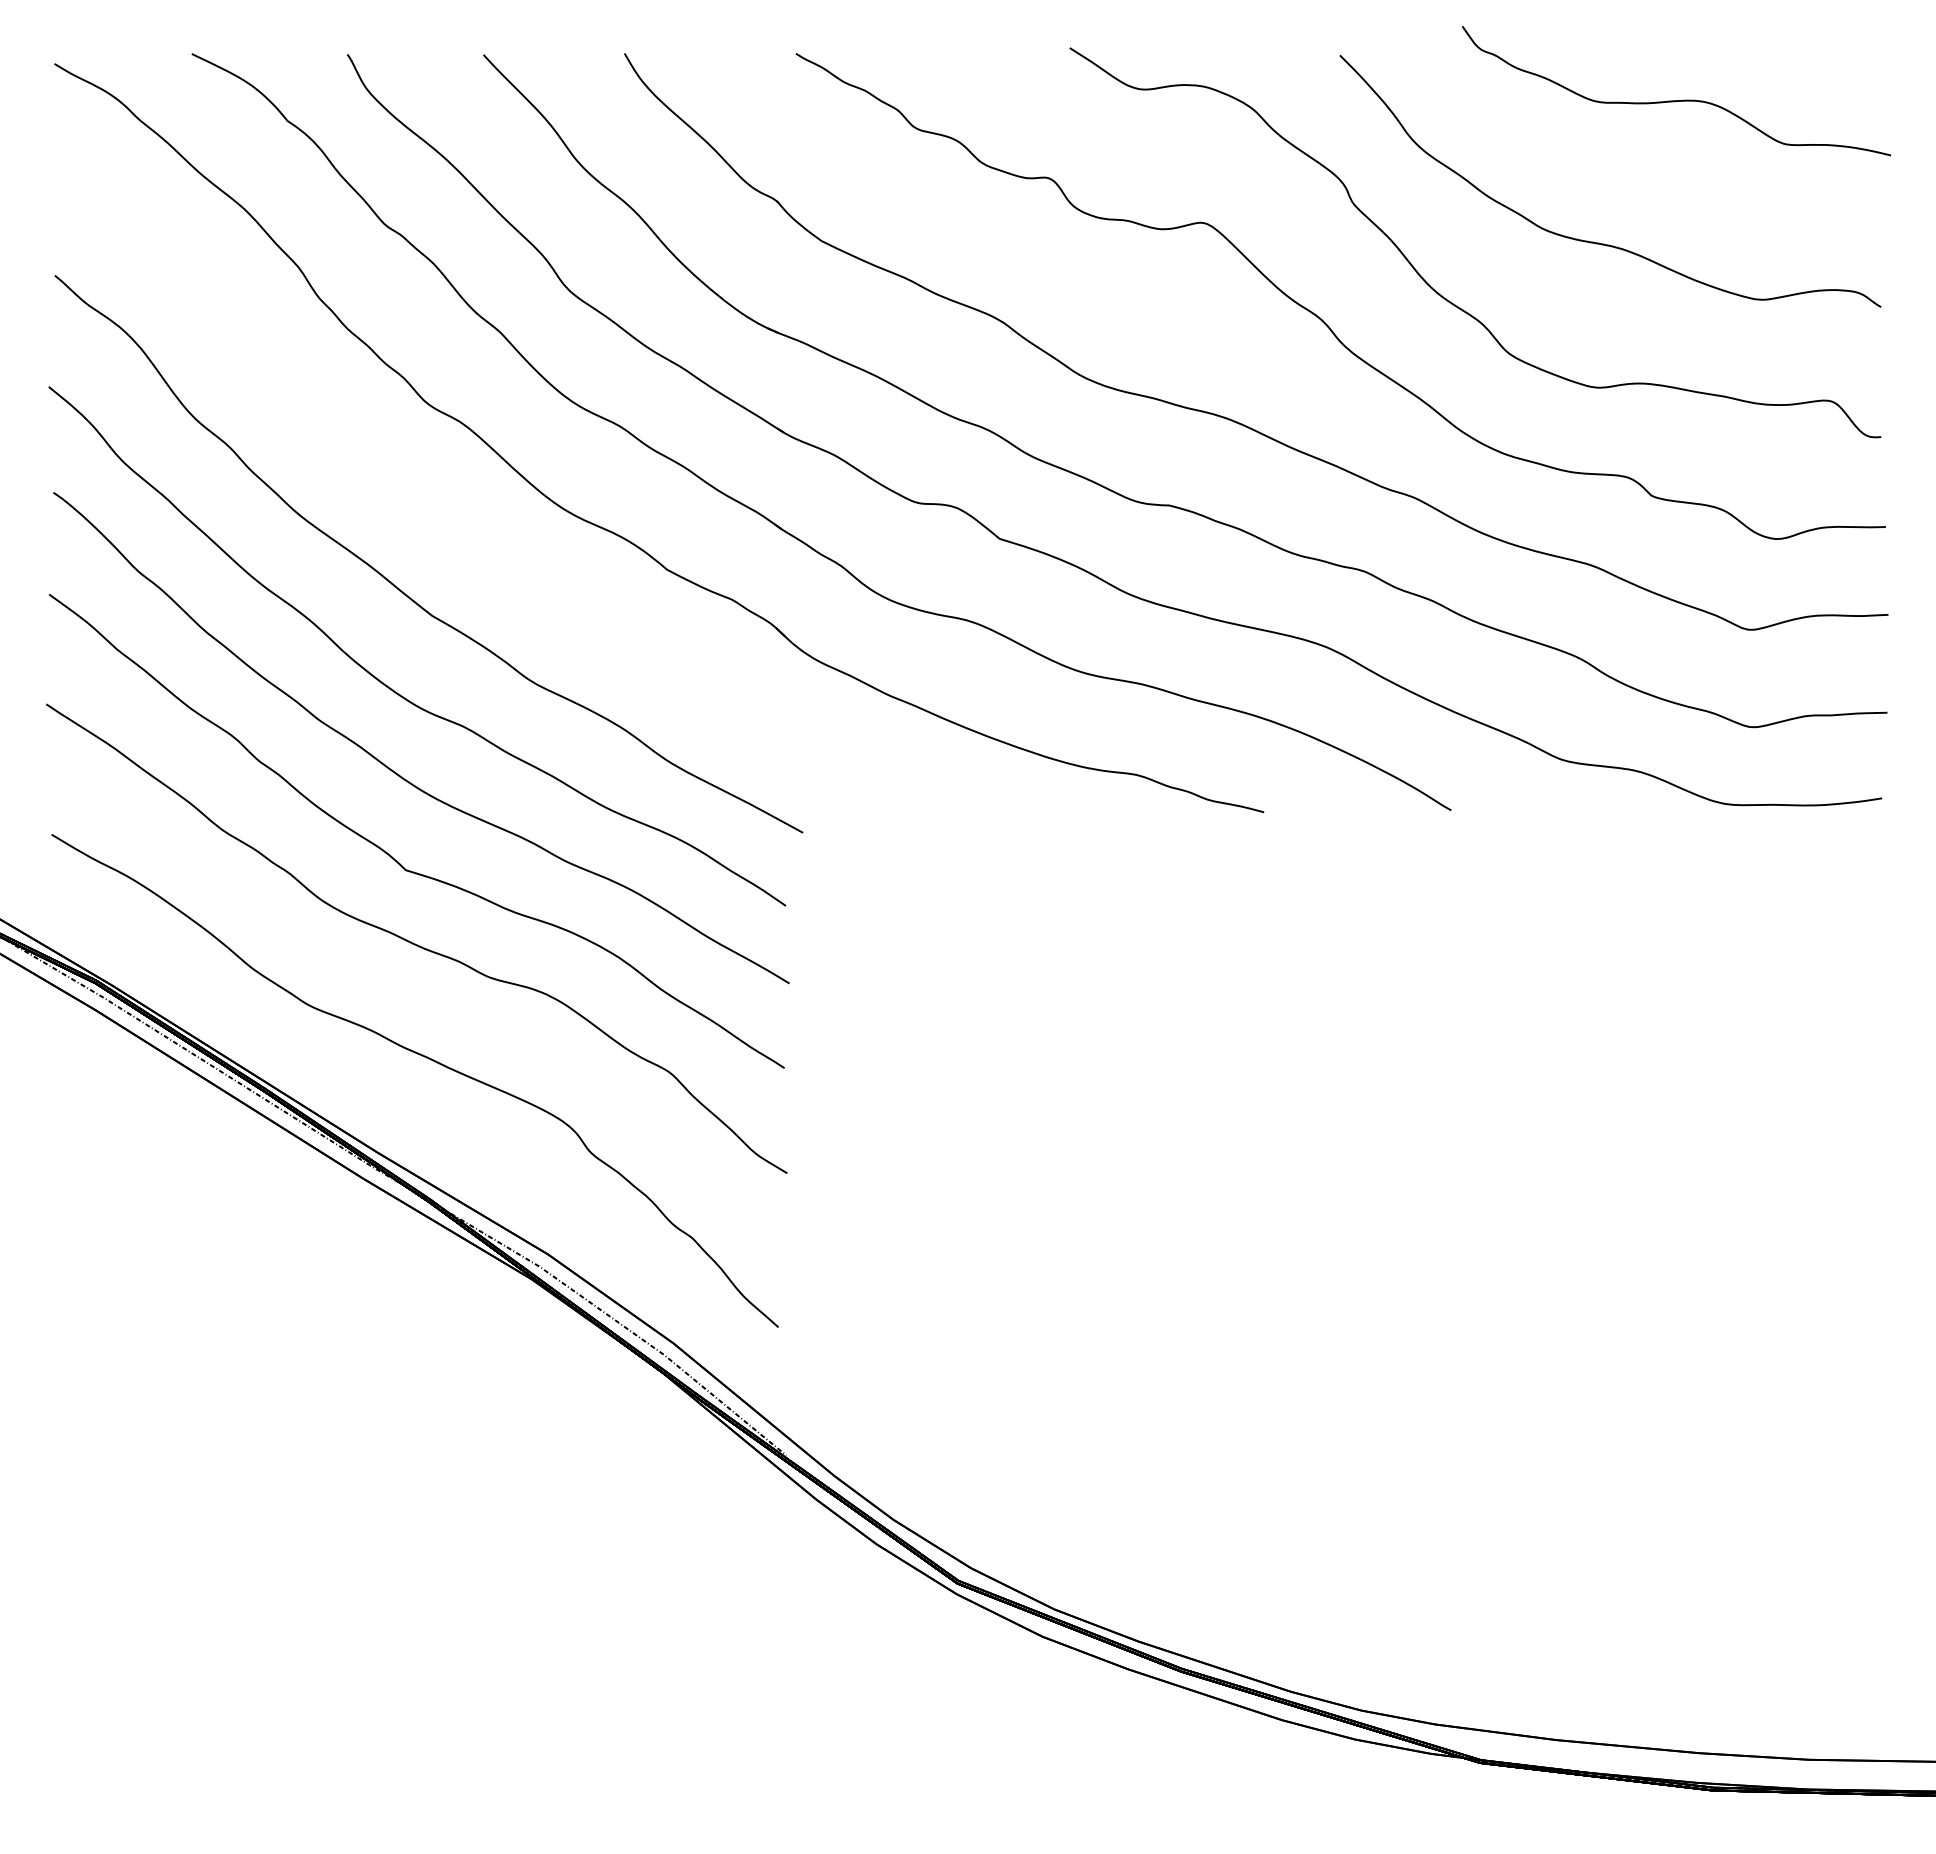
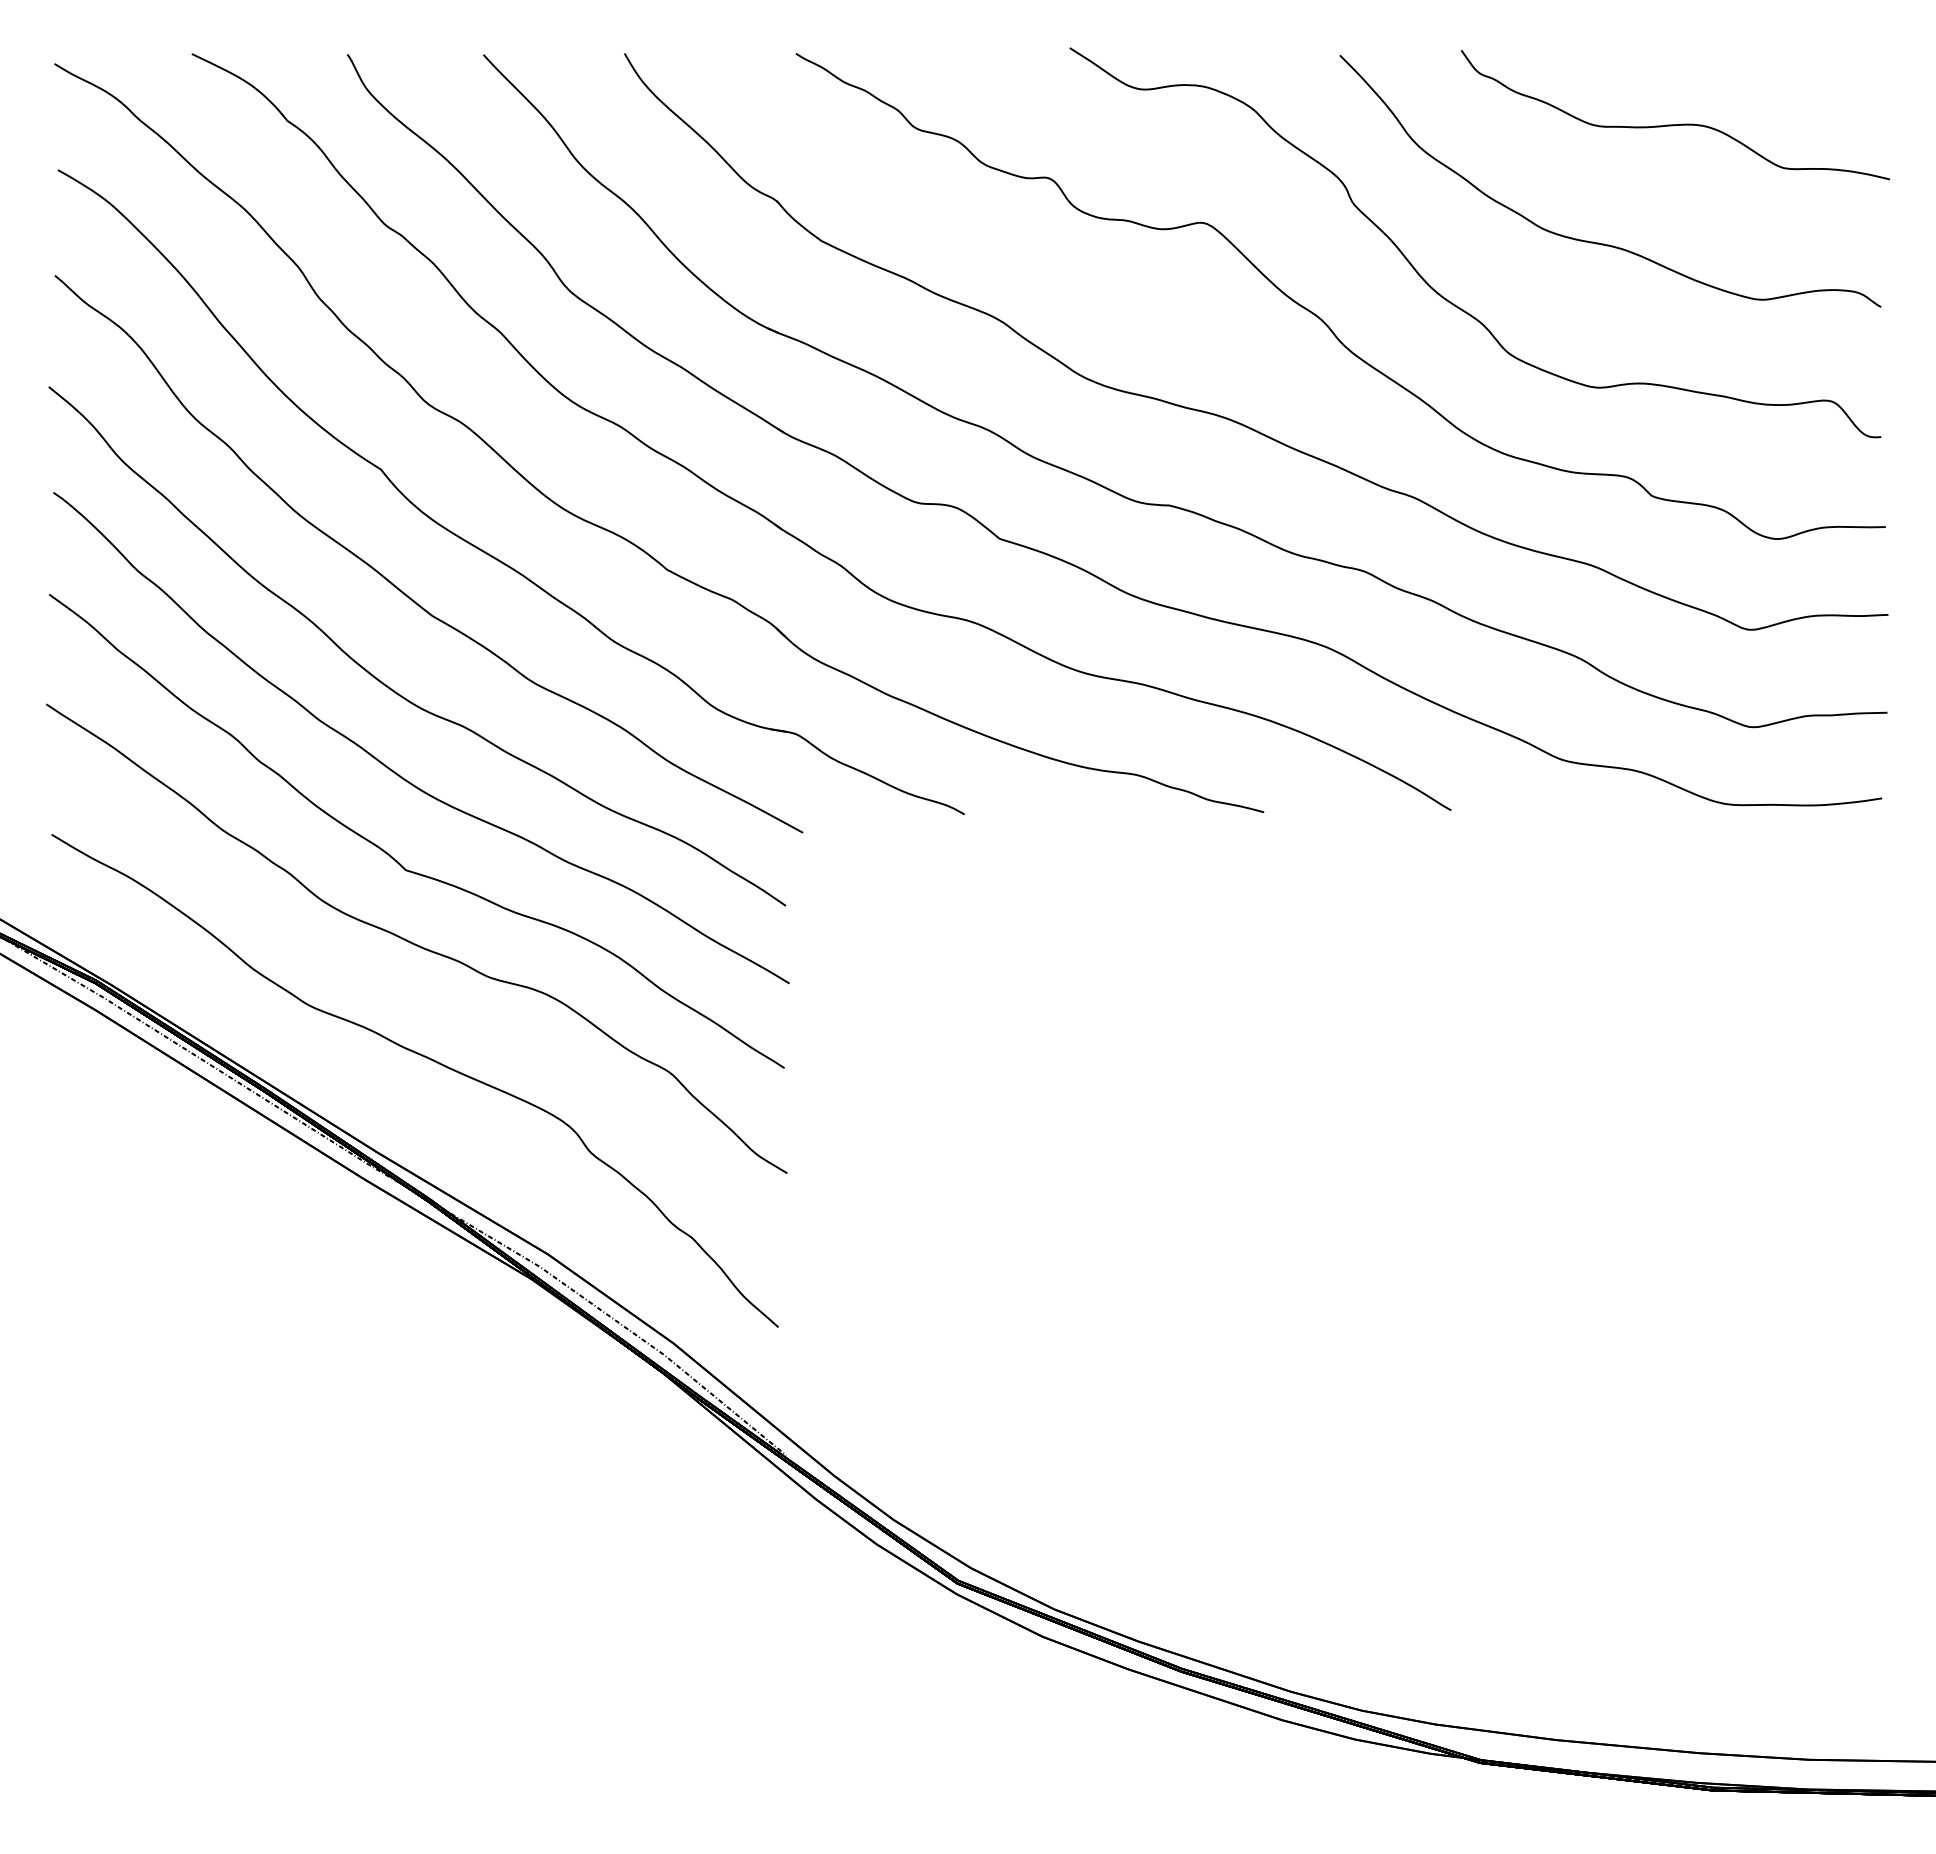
curve at (1676, 100) position: (1676, 100) -> (1675, 124)
part at (477, 546): none -> present
